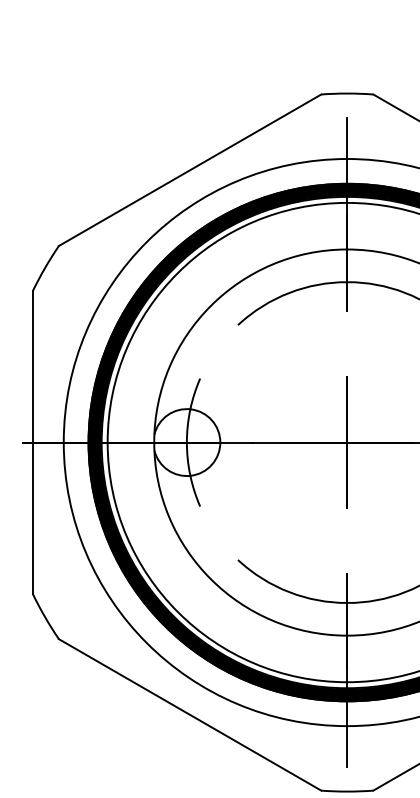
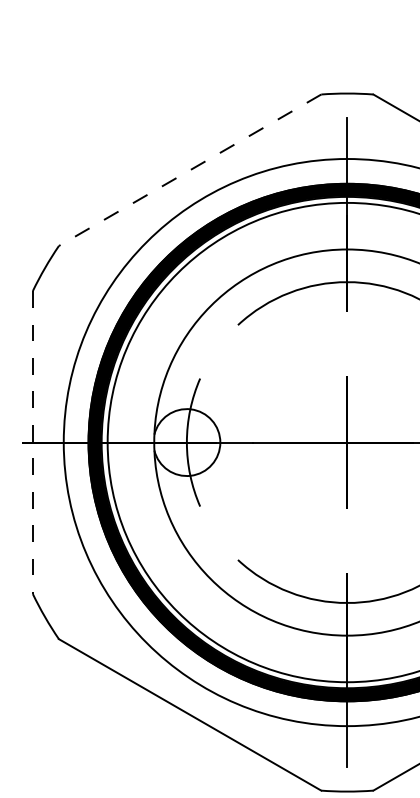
line at (189, 170): solid -> dashed
line at (32, 443): solid -> dashed
